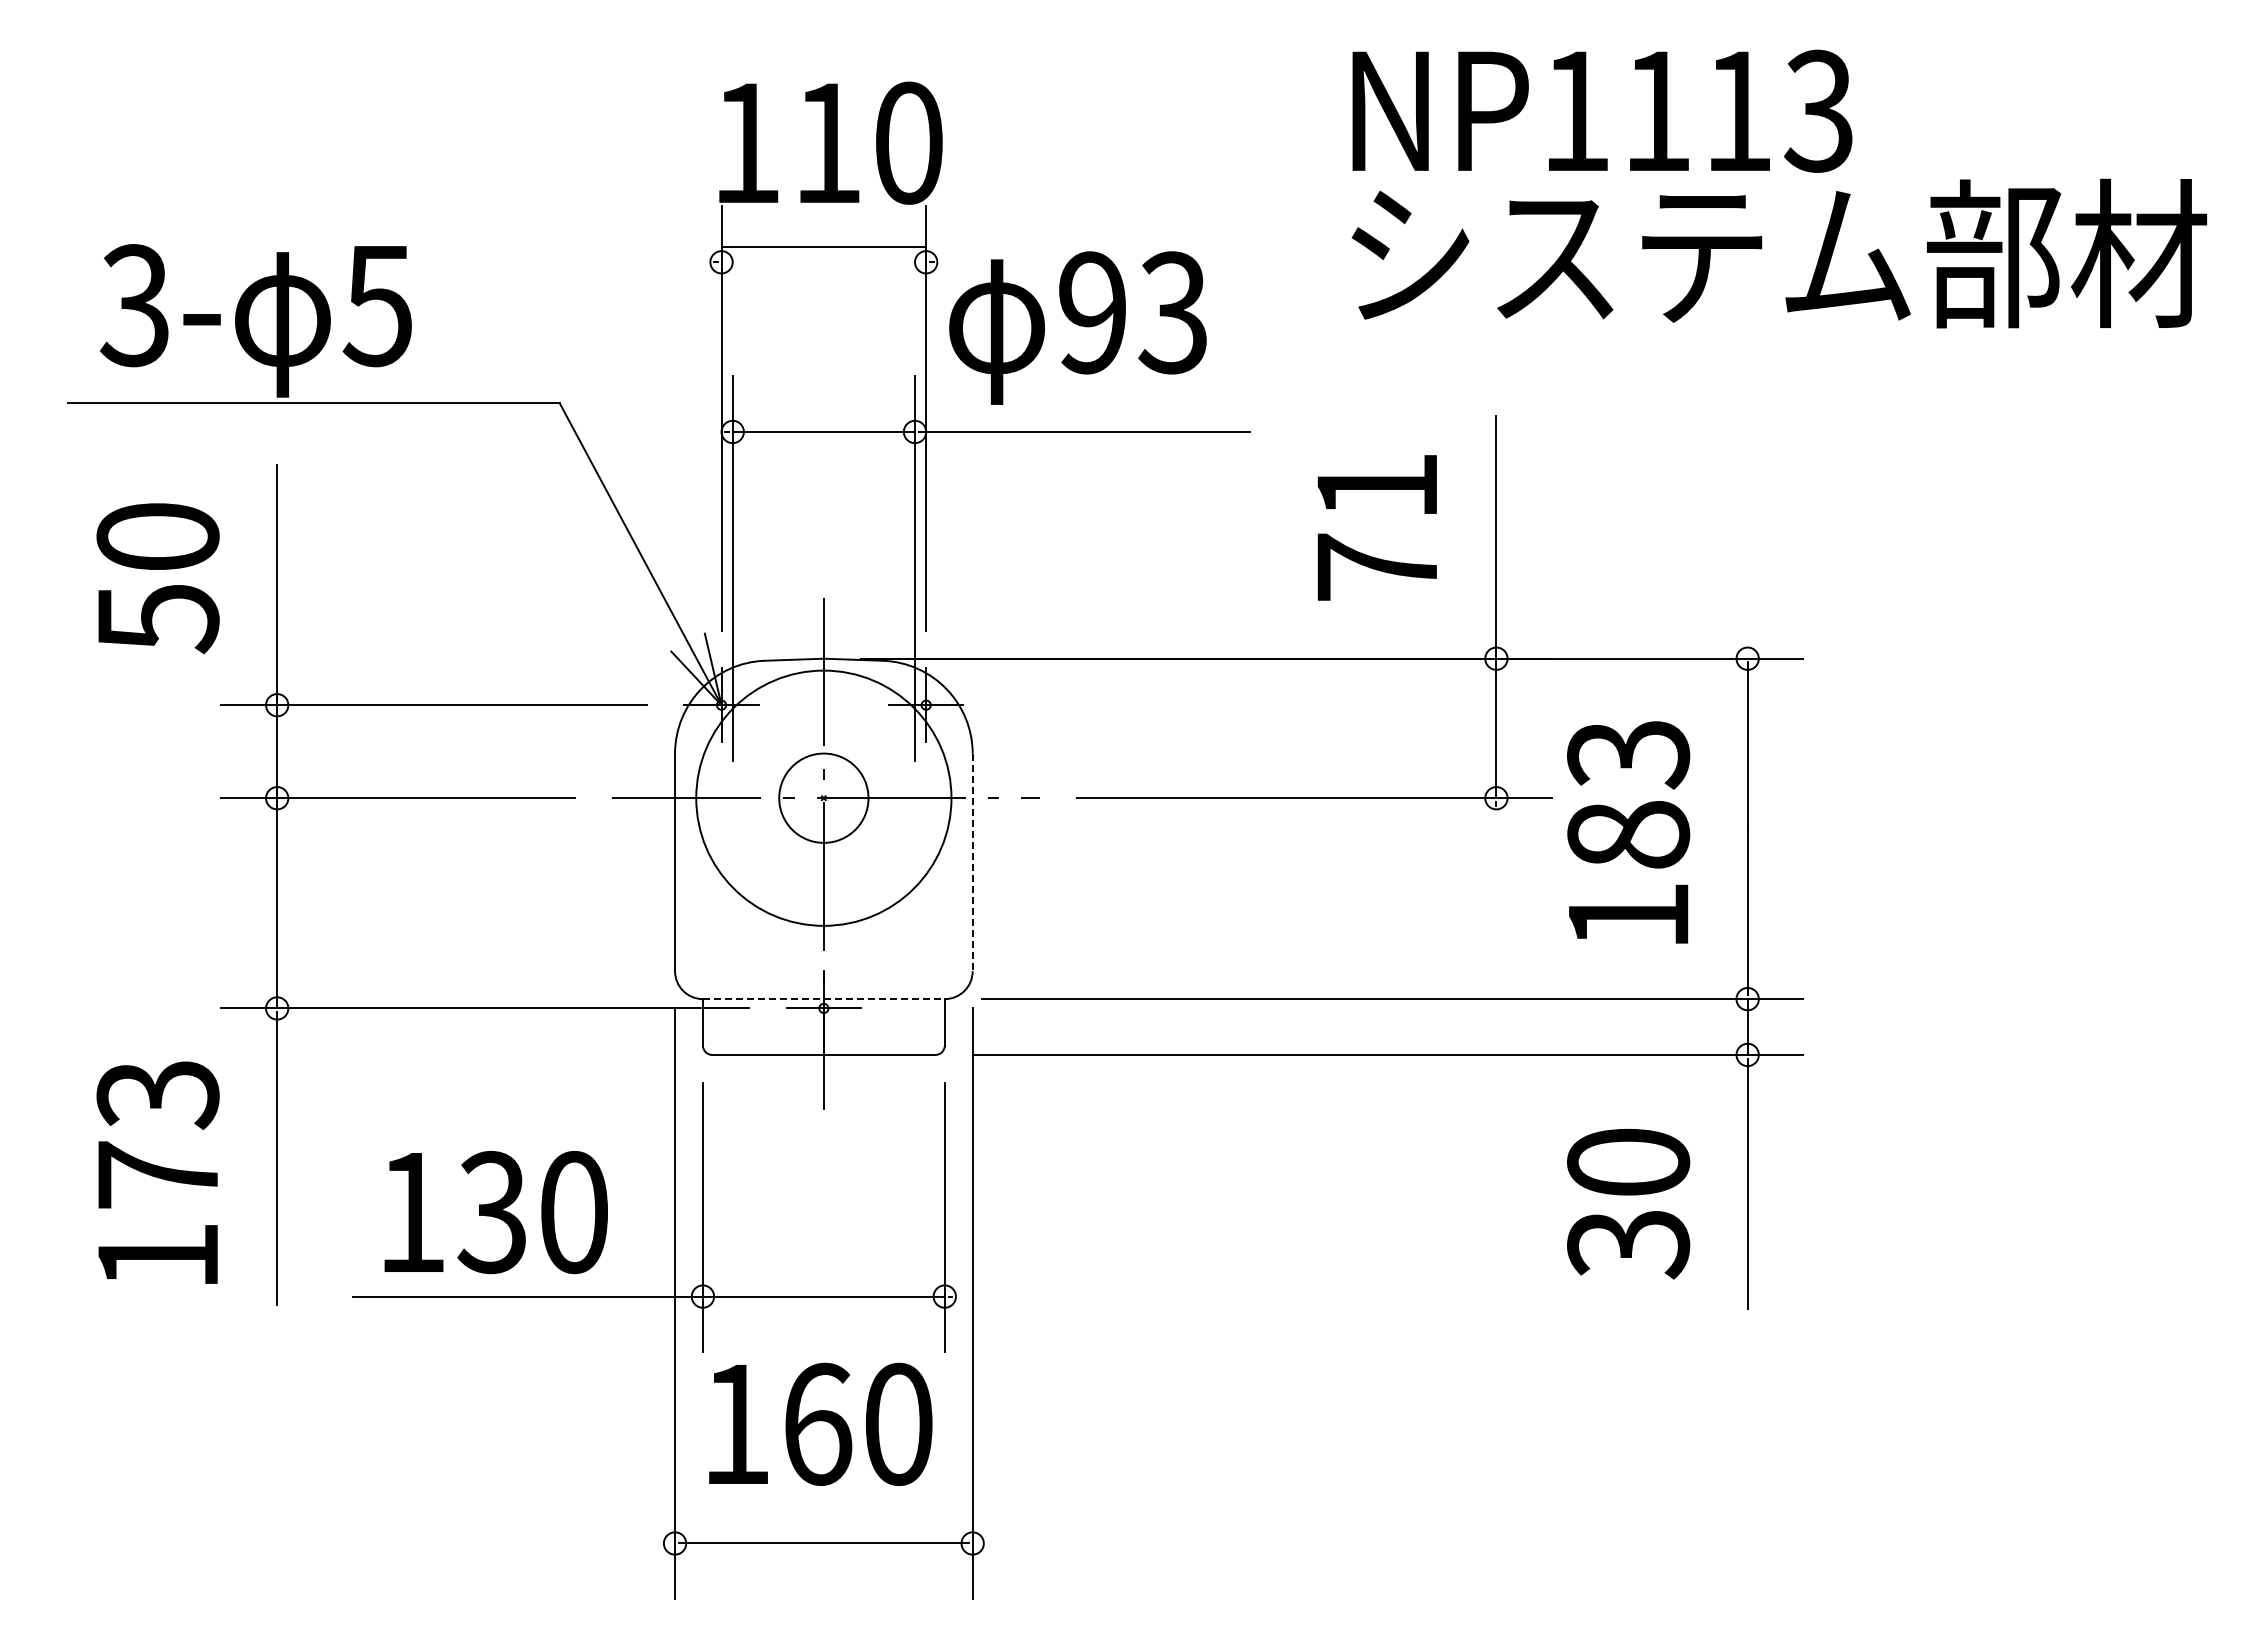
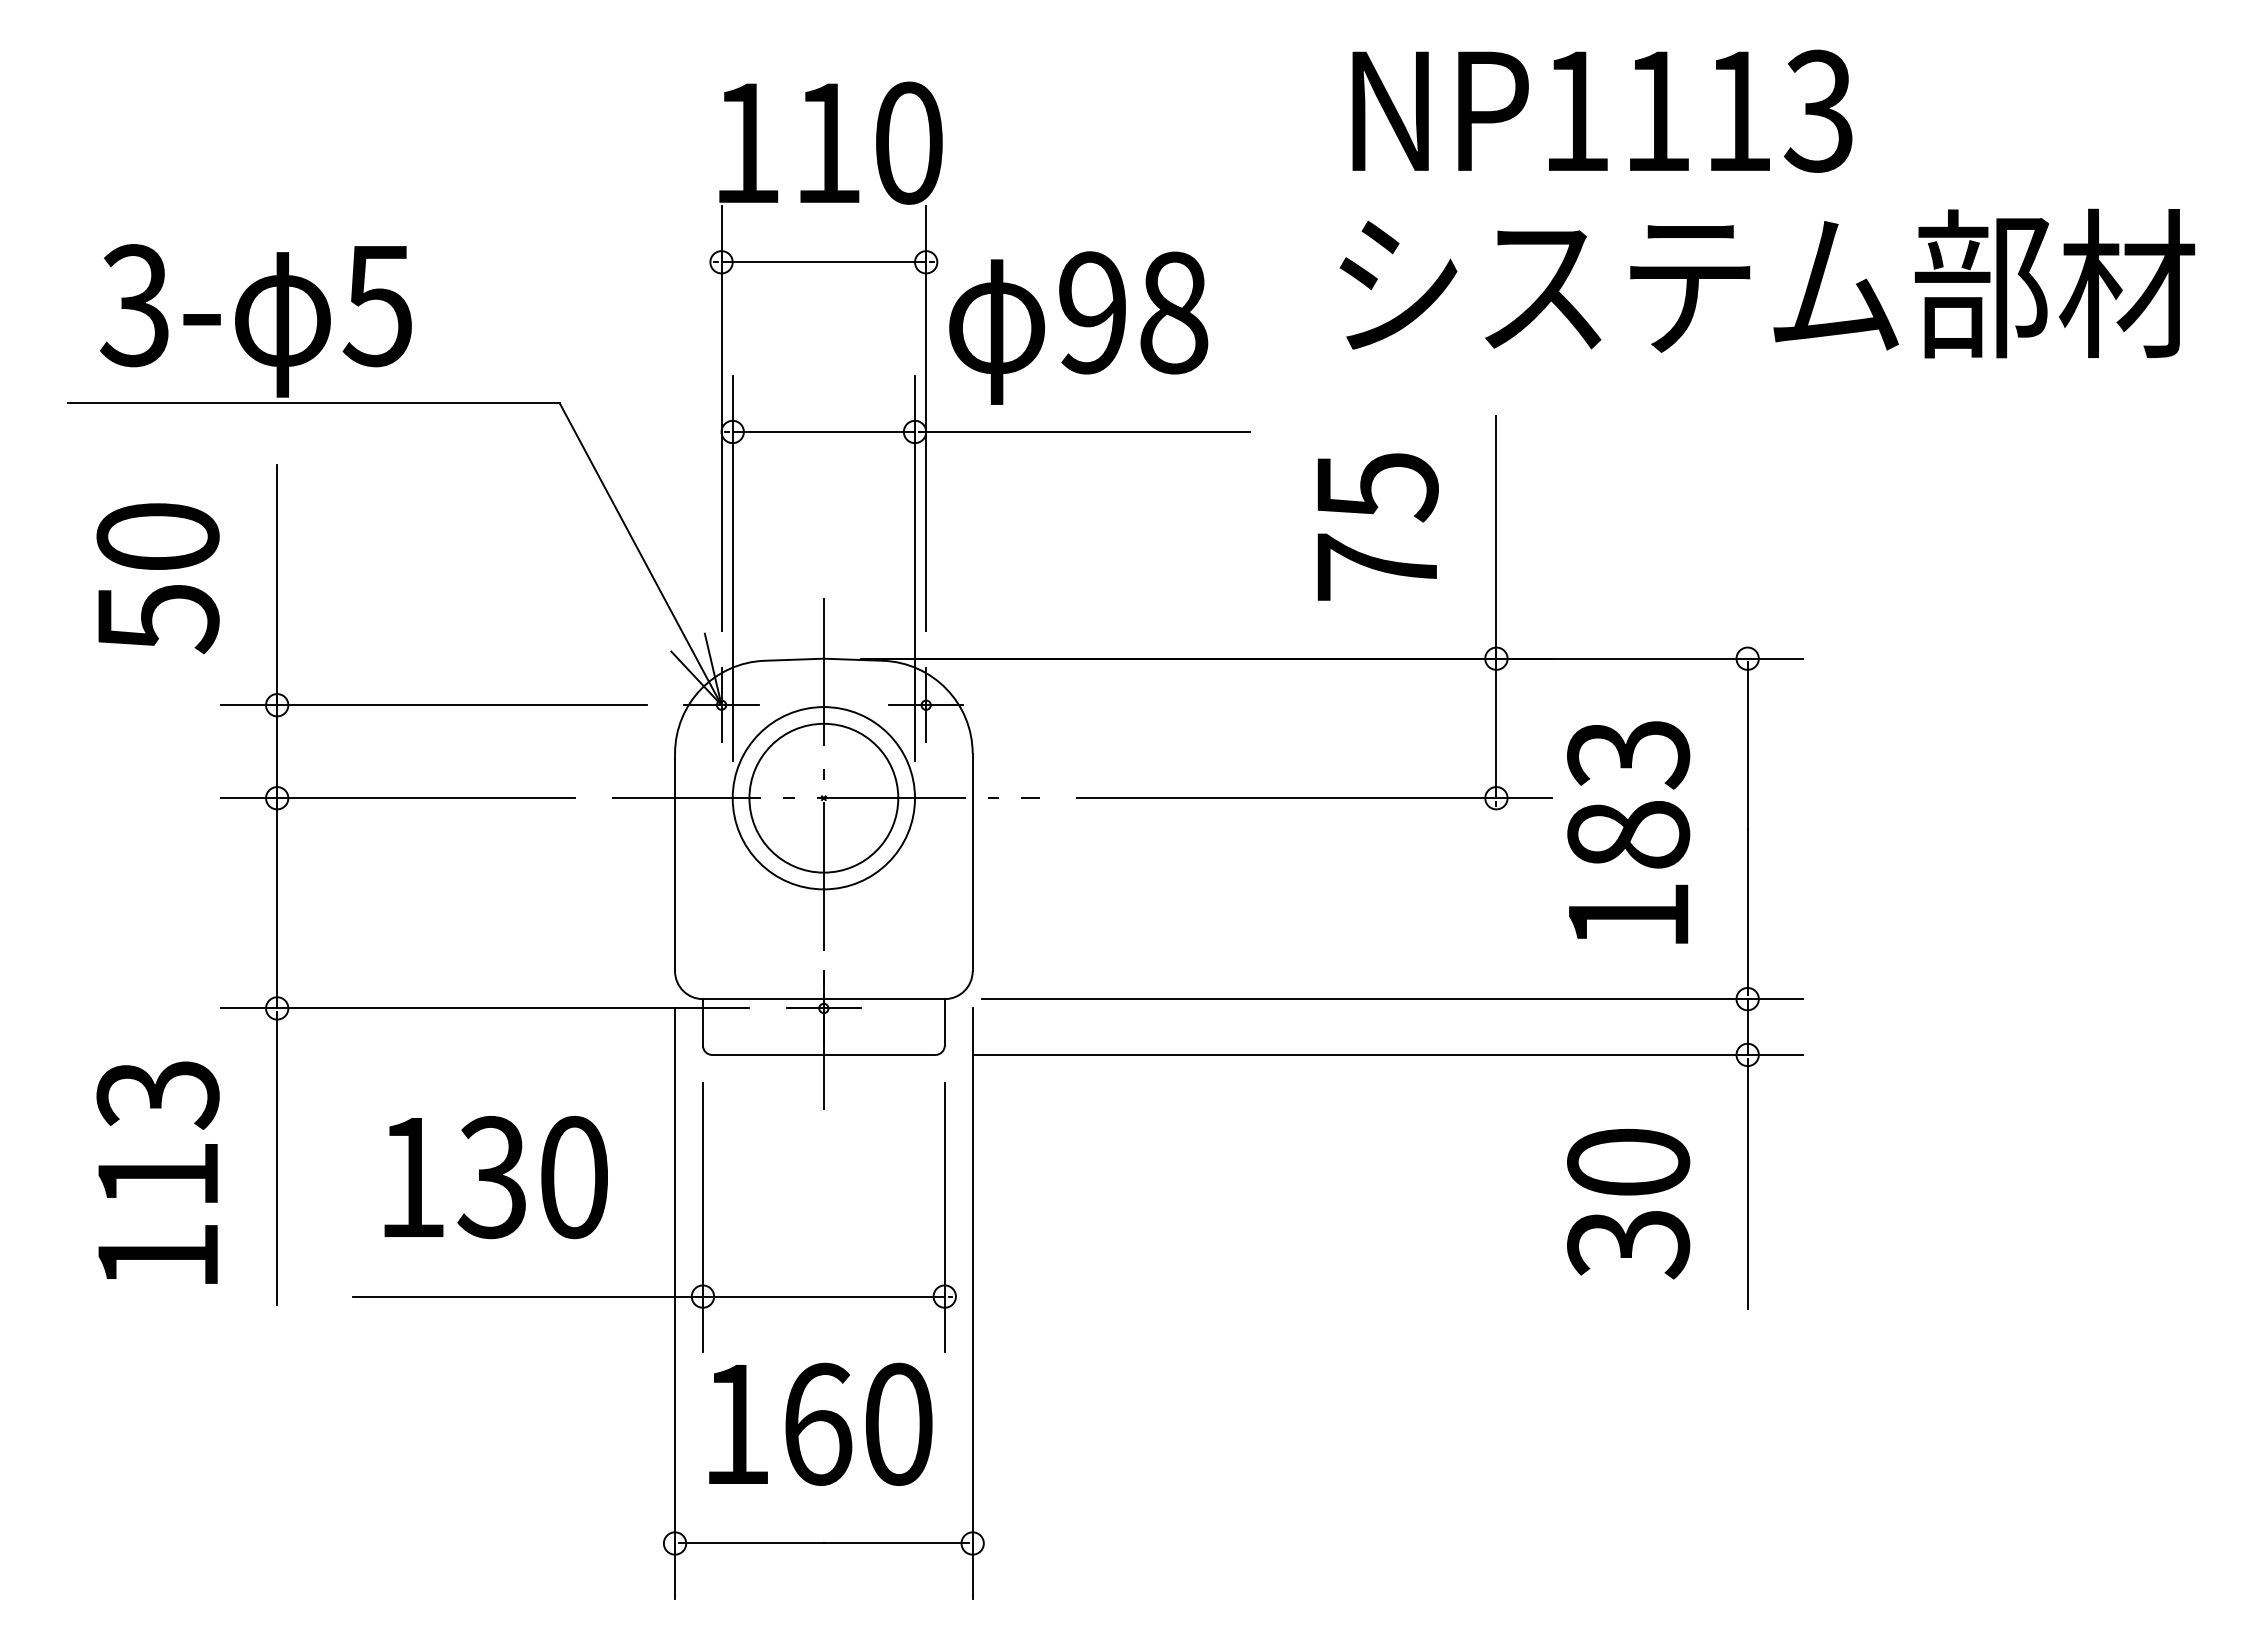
line at (823, 247) position: (823, 247) -> (823, 262)
text at (1779, 253) position: (1779, 253) -> (1767, 283)
text at (1173, 312): 93 -> 98
text at (1377, 487): 71 -> 75
circle at (823, 797) diameter: 255 px -> 182 px
circle at (823, 797) diameter: 89 px -> 149 px
line at (972, 862): dashed -> solid
line at (823, 999): dashed -> solid
text at (157, 1174): 173 -> 113
text at (495, 1212) position: (495, 1212) -> (495, 1177)
